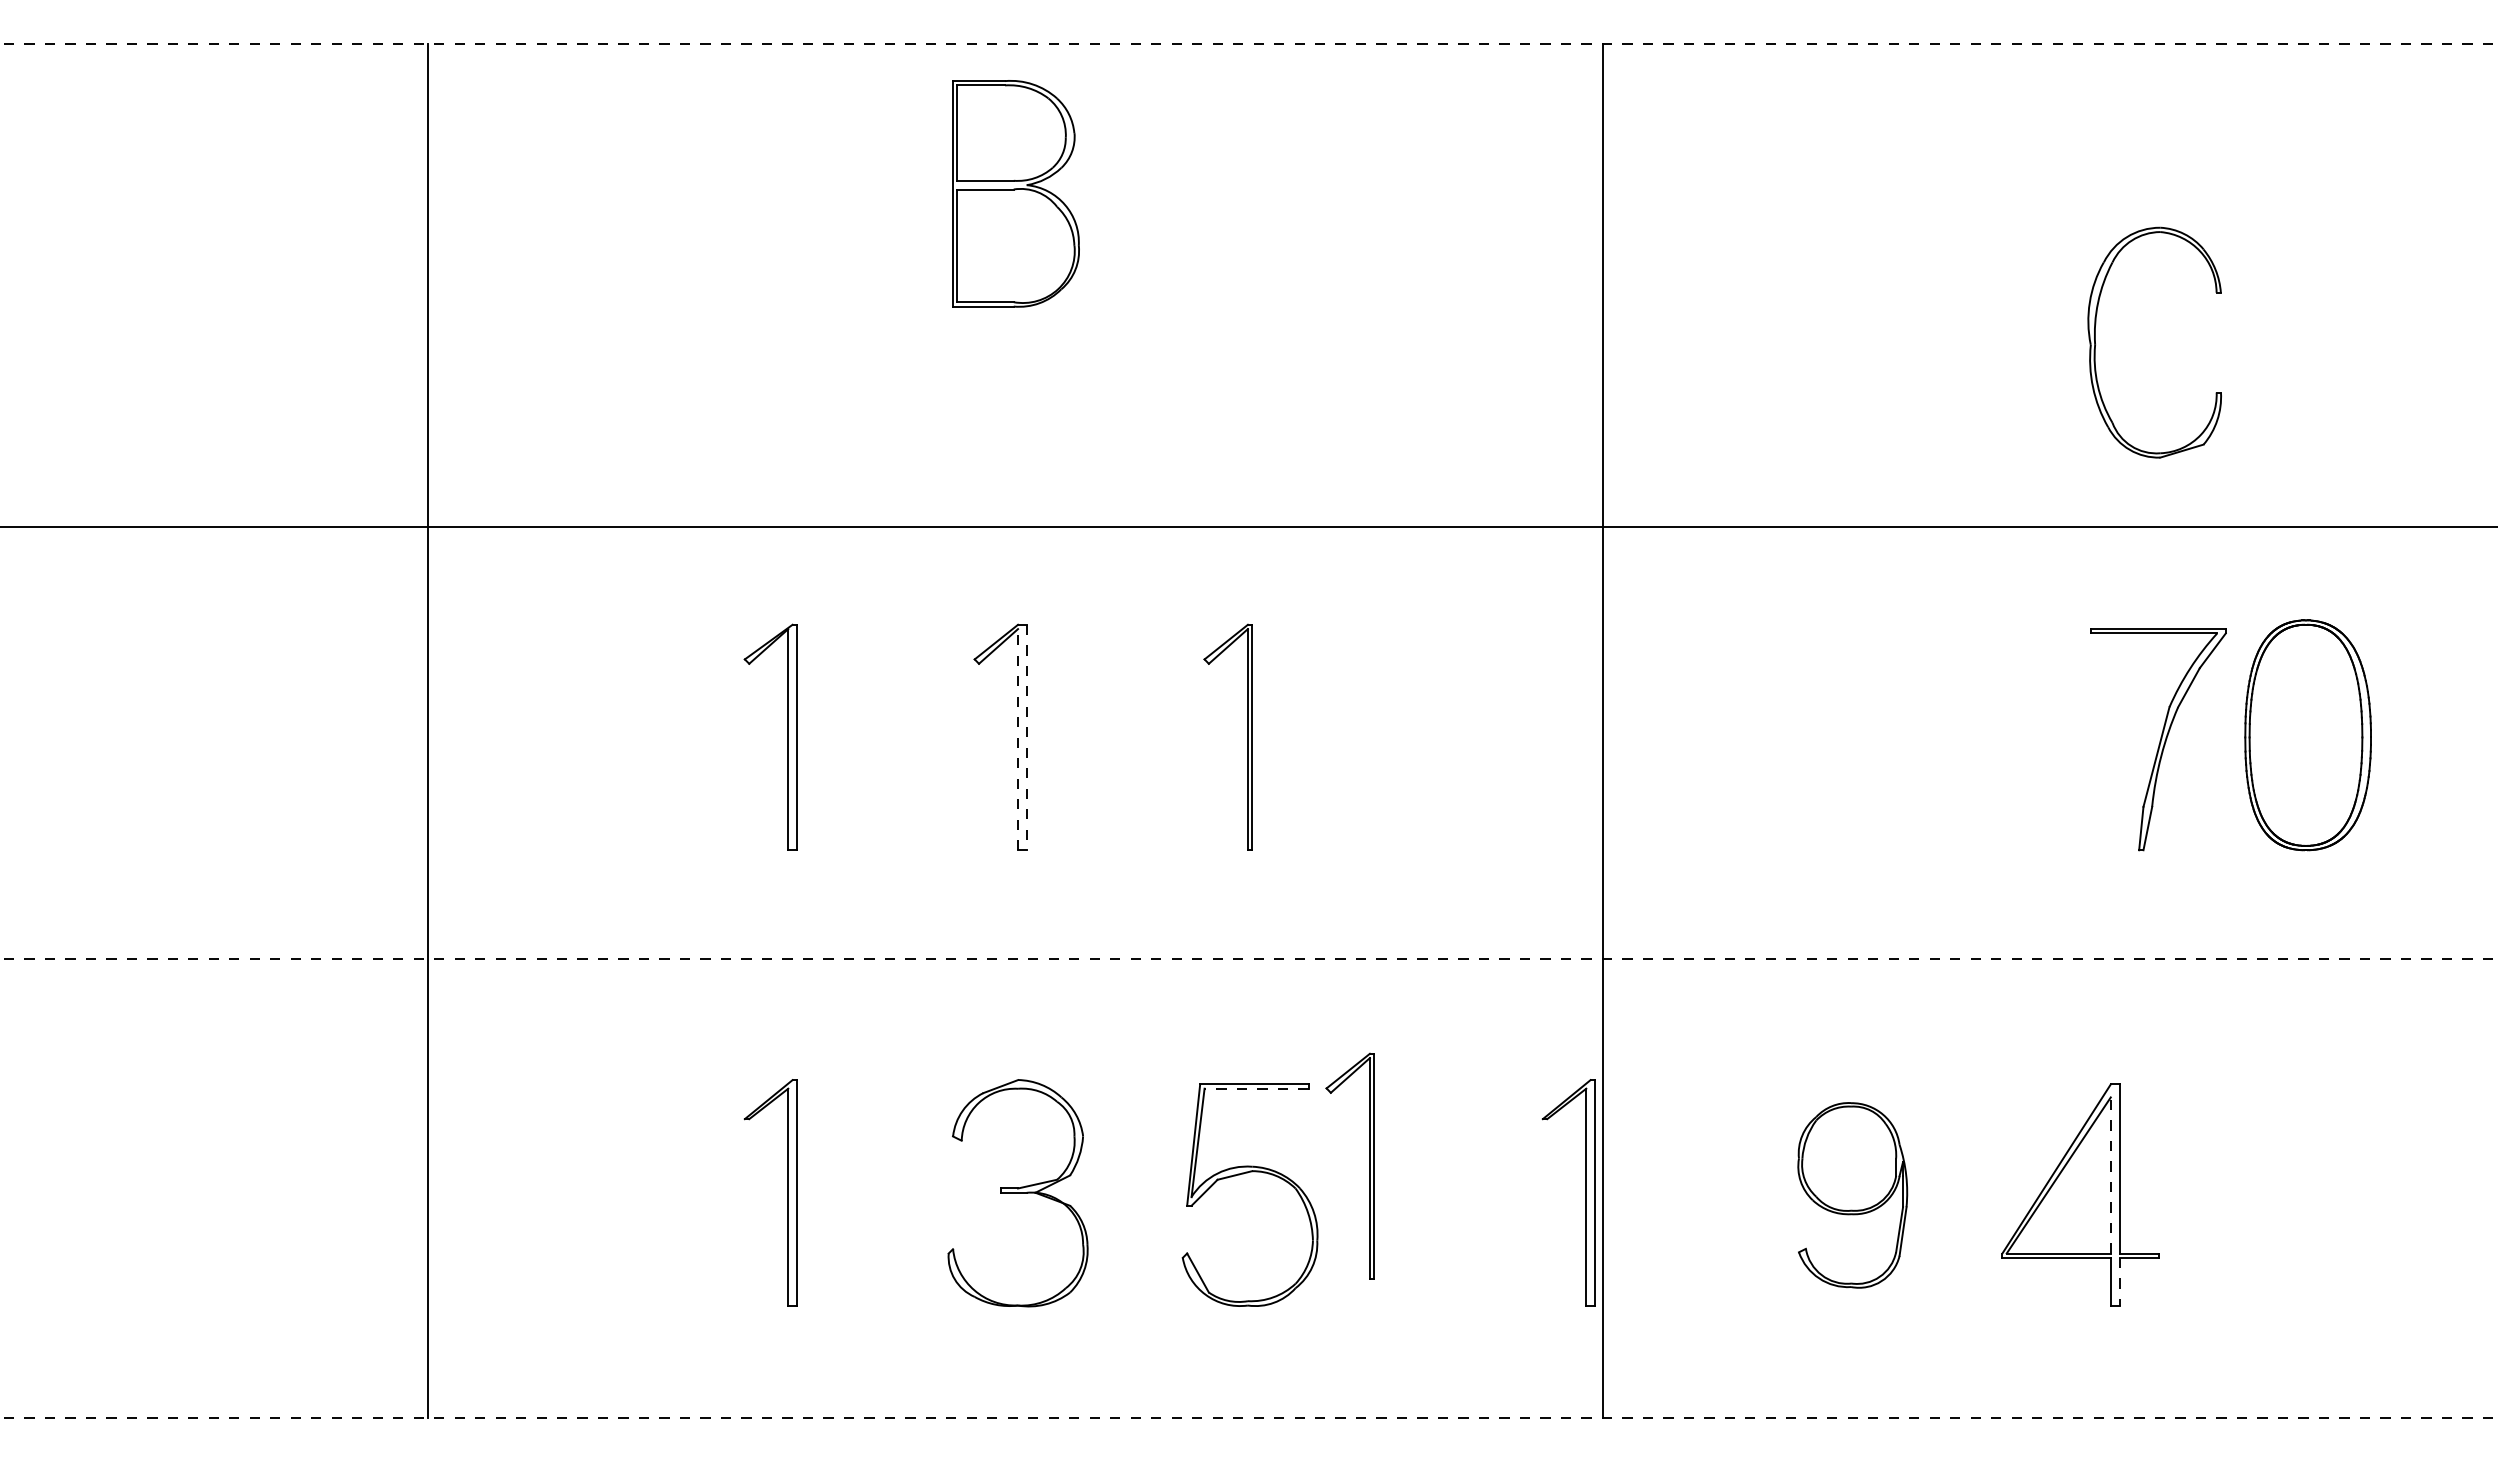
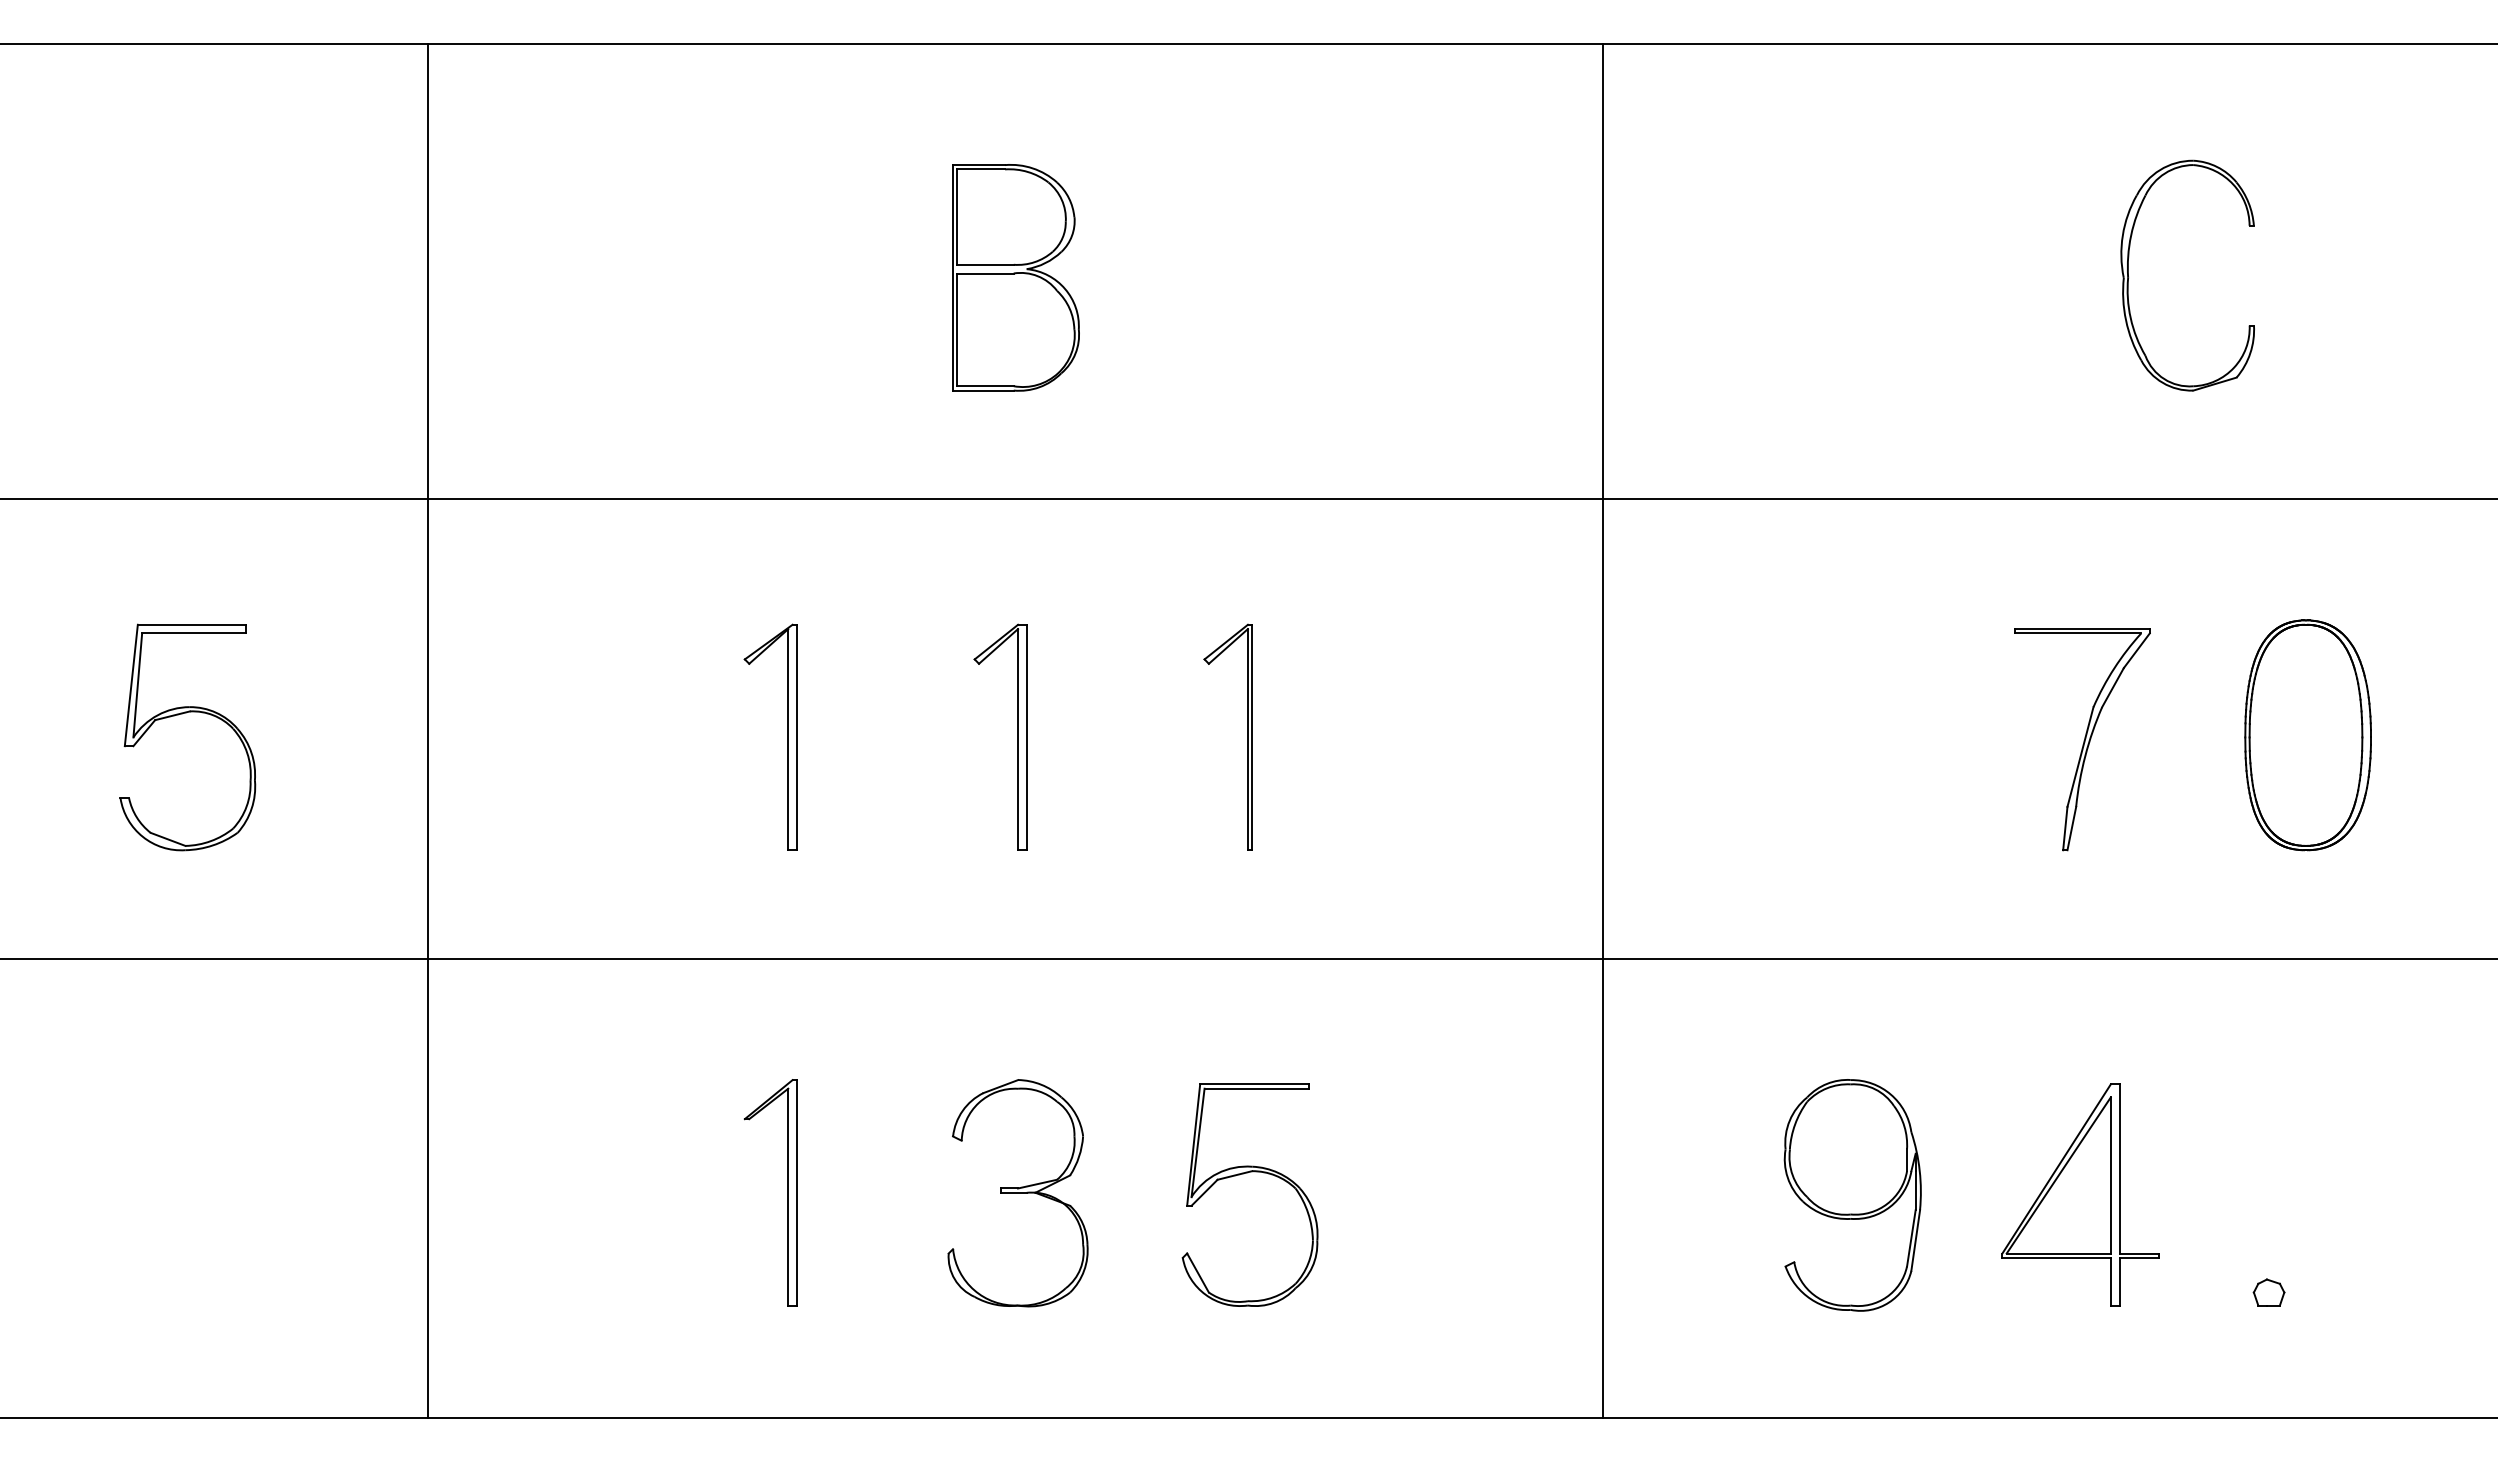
line at (1249, 43): dashed -> solid
part at (1015, 193) position: (1015, 193) -> (1015, 277)
part at (2095, 342) position: (2095, 342) -> (2128, 275)
line at (1248, 527) position: (1248, 527) -> (1248, 499)
part at (182, 714): none -> present
line at (1026, 737): dashed -> solid
line at (1018, 739): dashed -> solid
part at (2158, 739) position: (2158, 739) -> (2082, 739)
line at (1249, 958): dashed -> solid
line at (1256, 1088): dashed -> solid
part at (1369, 1165): present -> none
line at (2110, 1174): dashed -> solid
part at (1585, 1192): present -> none
part at (1852, 1195) size: 112x187 px -> 139x233 px
line at (2119, 1281): dashed -> solid
part at (2268, 1292): none -> present
line at (1249, 1418): dashed -> solid
